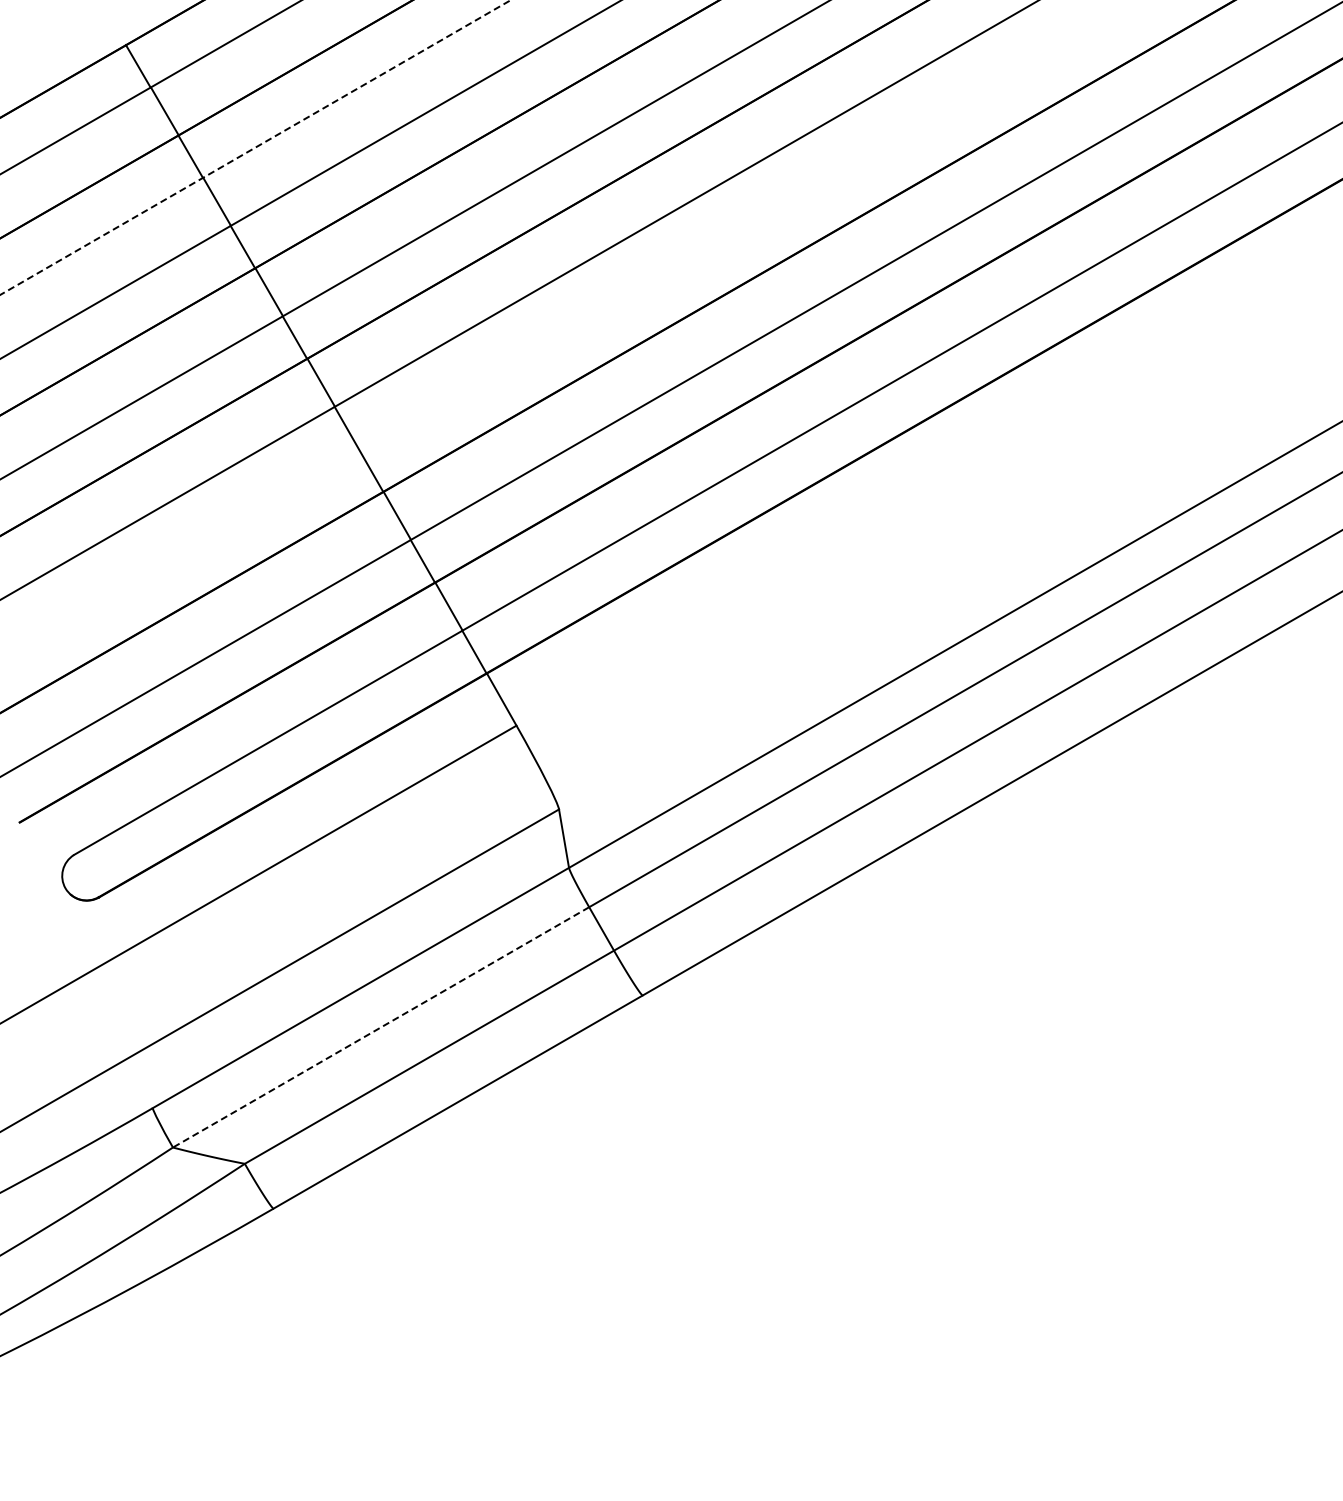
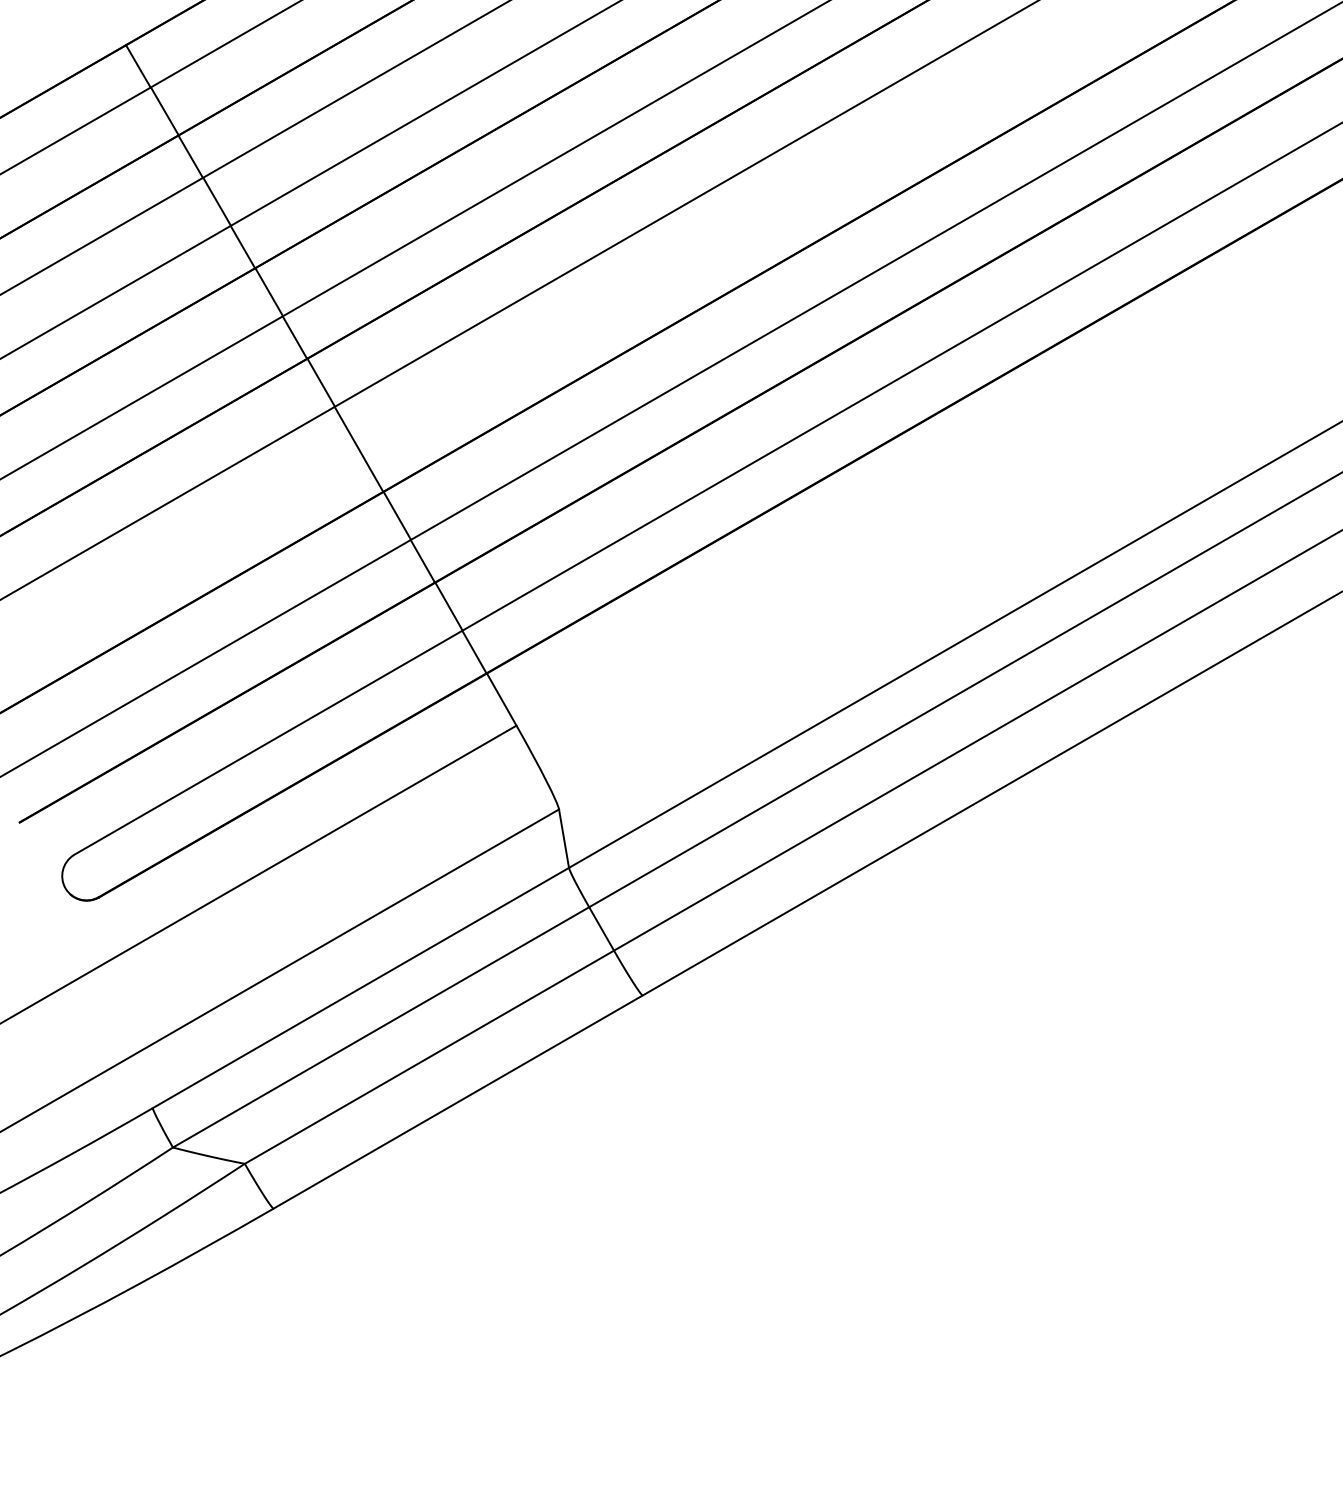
line at (254, 147): dashed -> solid
line at (380, 1027): dashed -> solid
